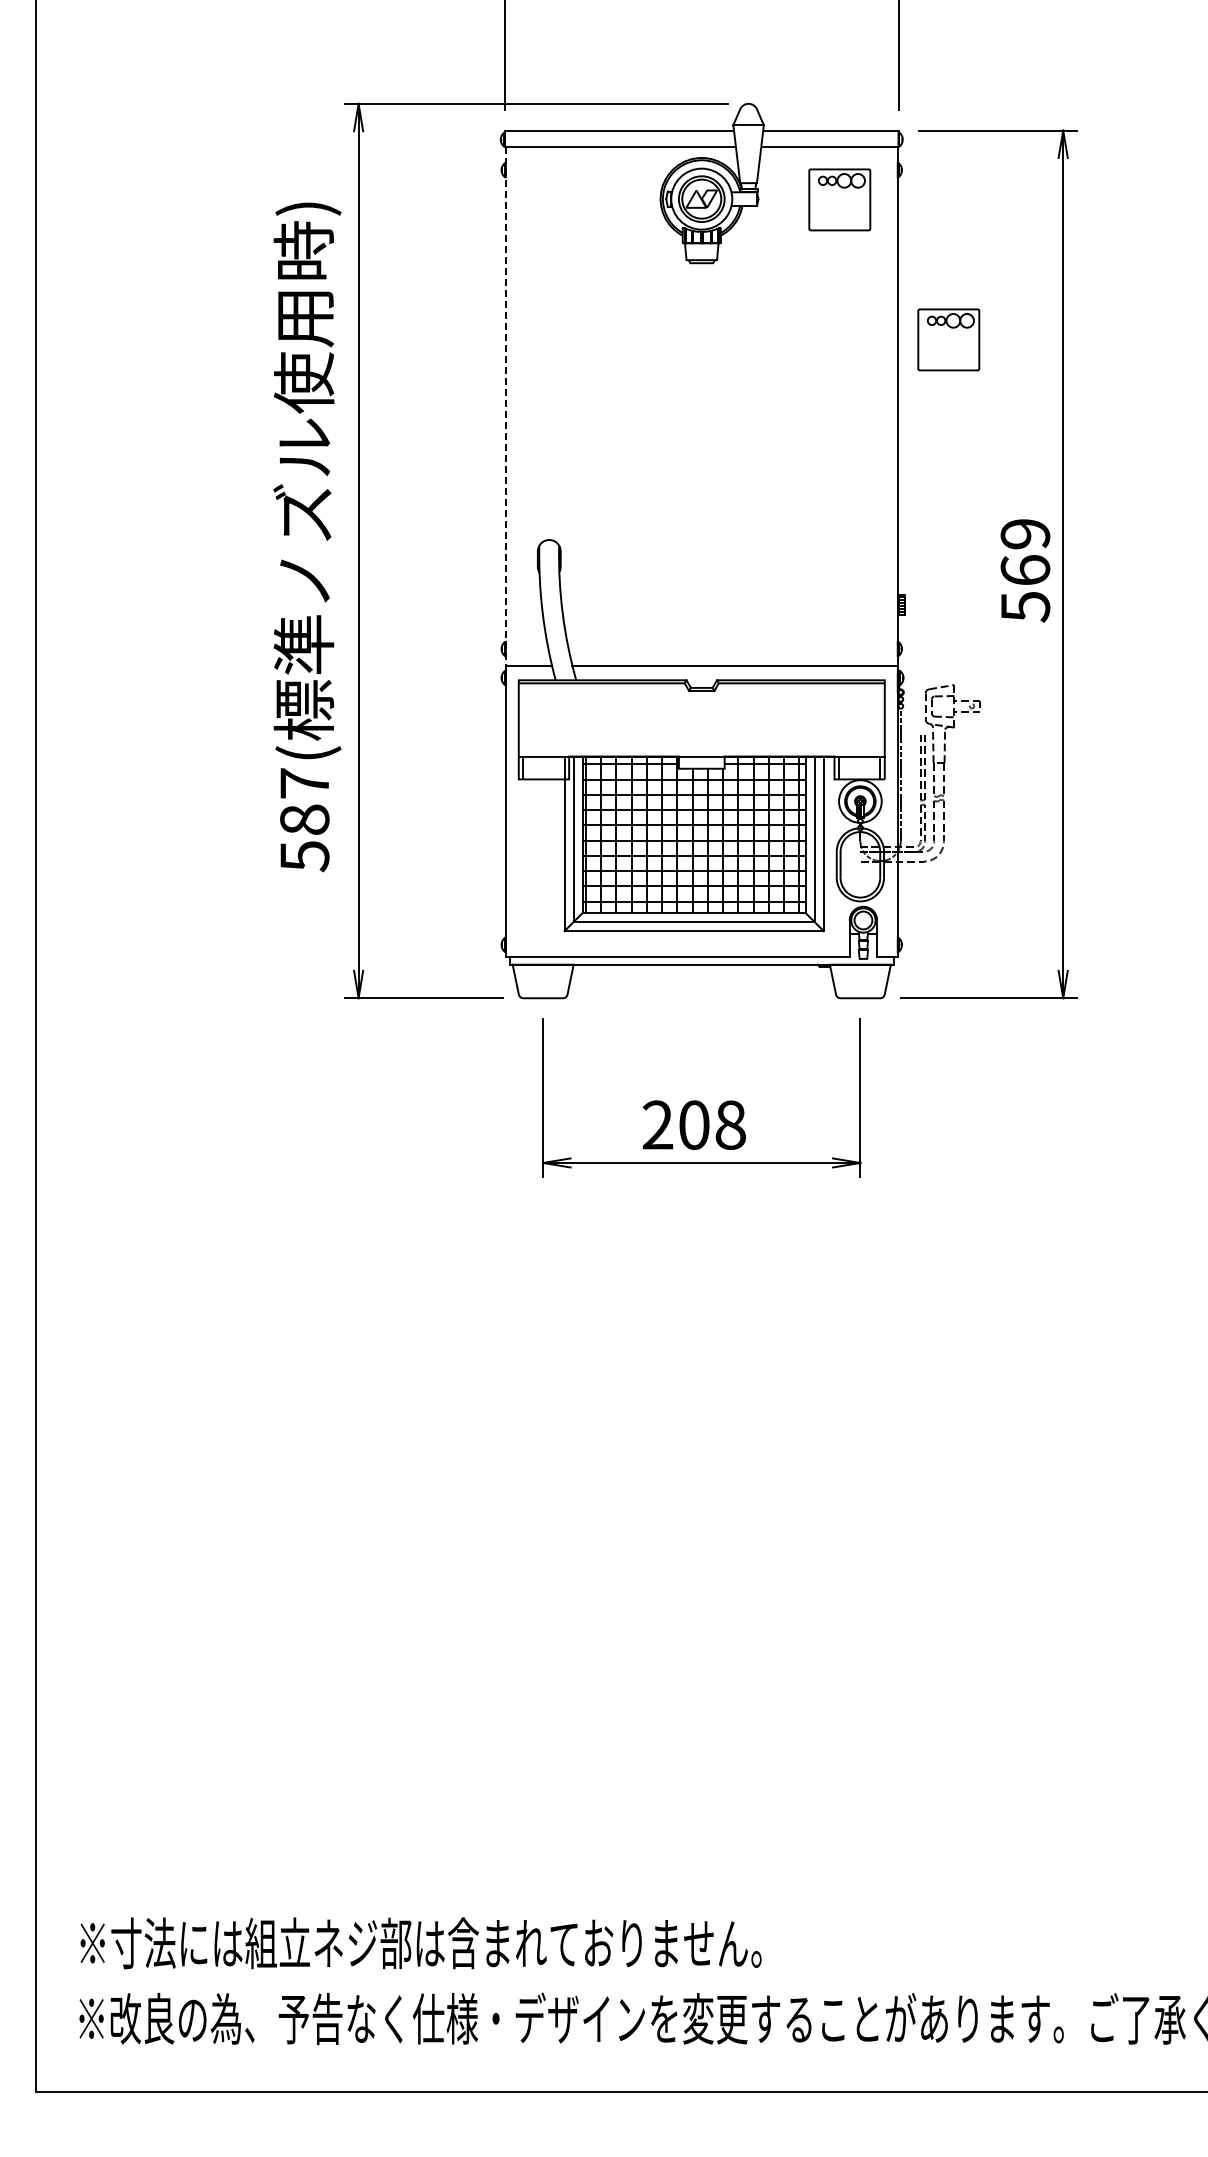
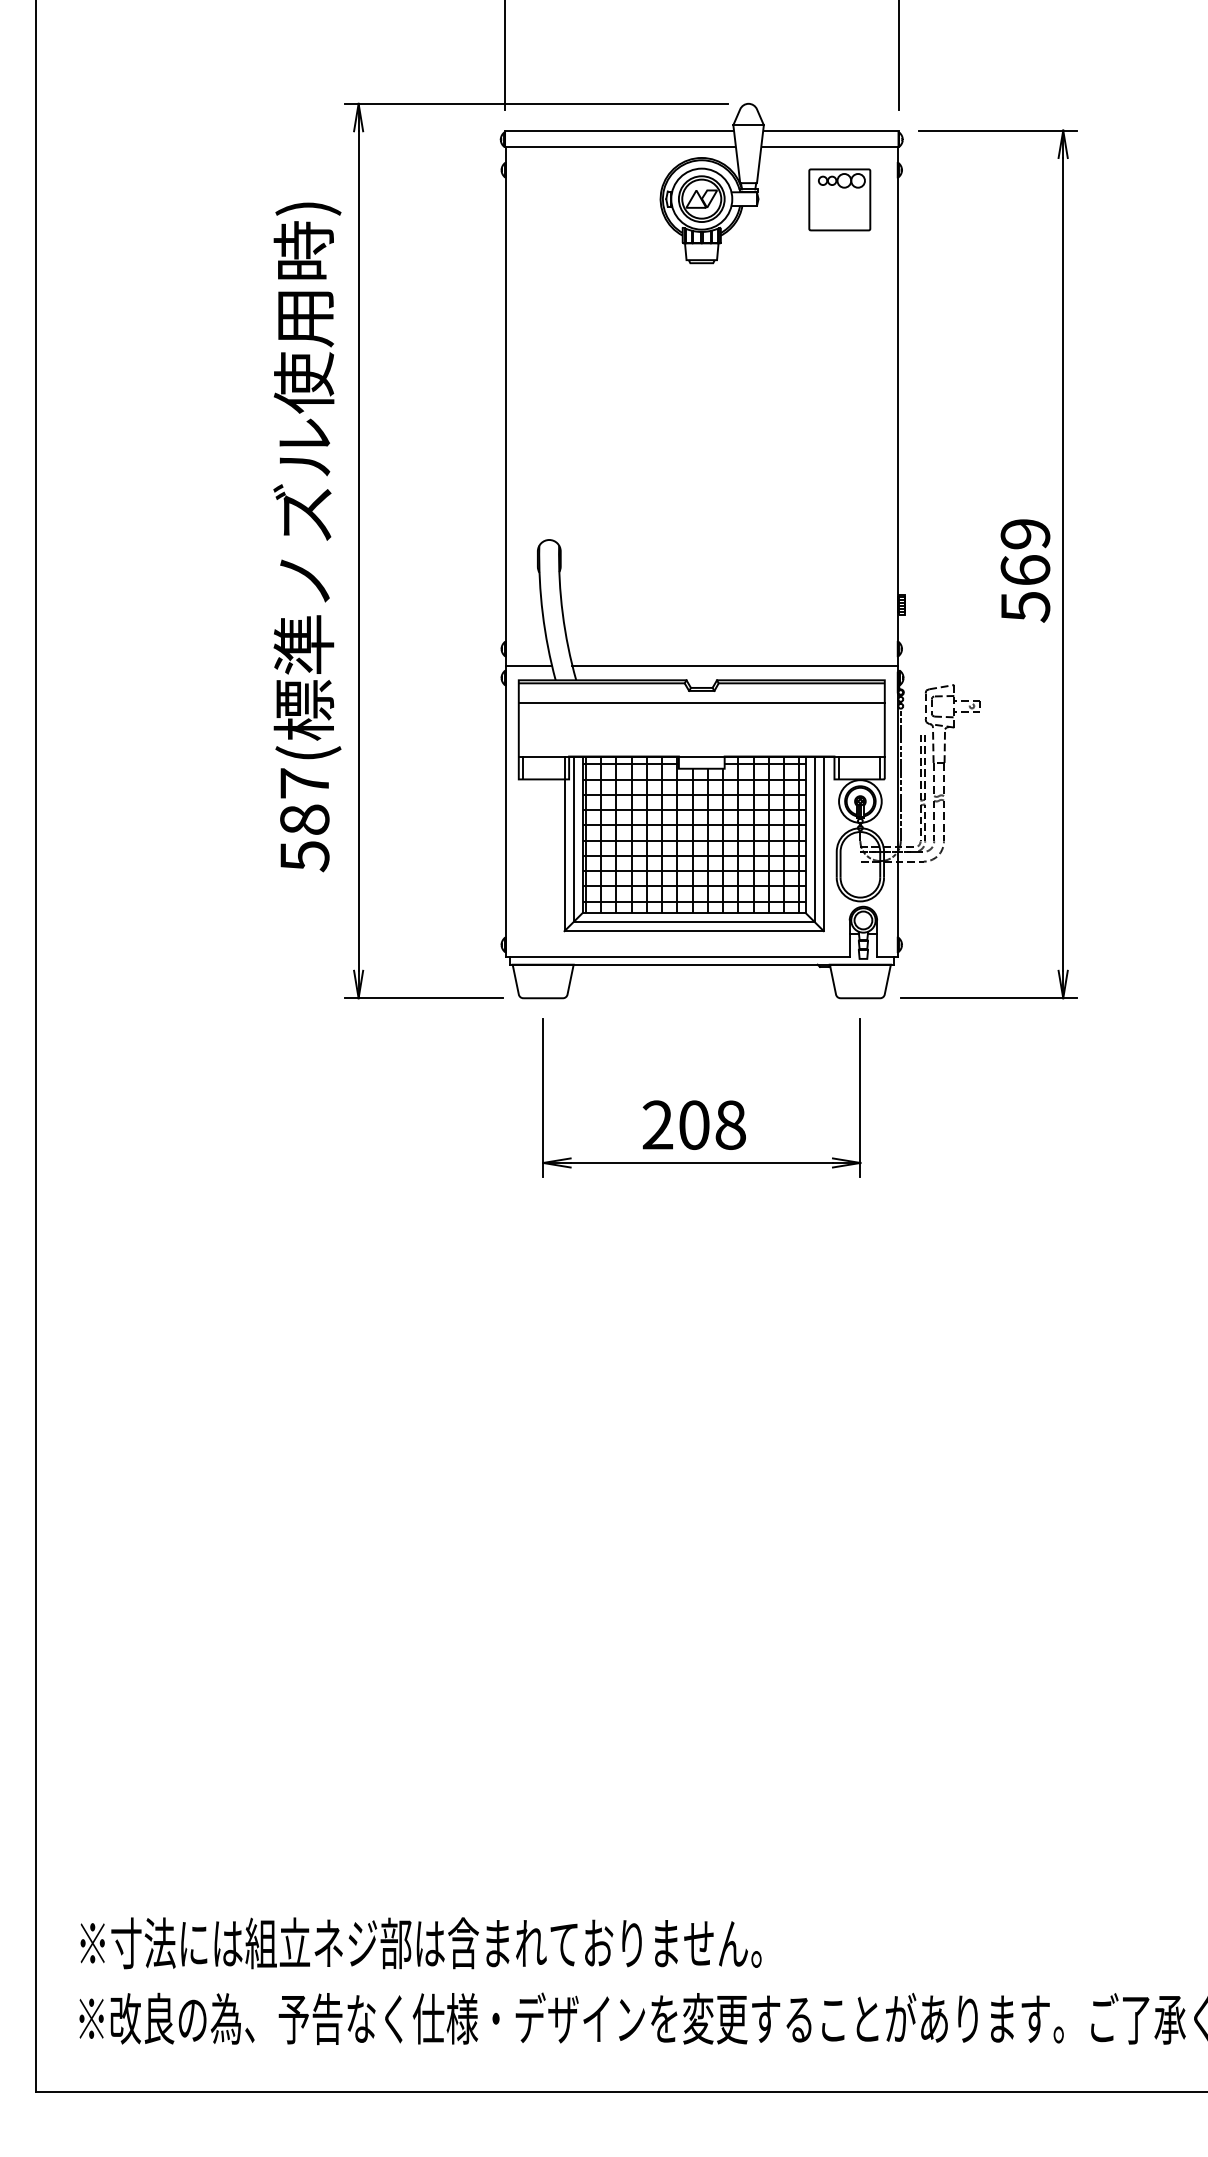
part at (948, 339): present -> none
line at (505, 407): dashed -> solid
line at (701, 703): none -> present
